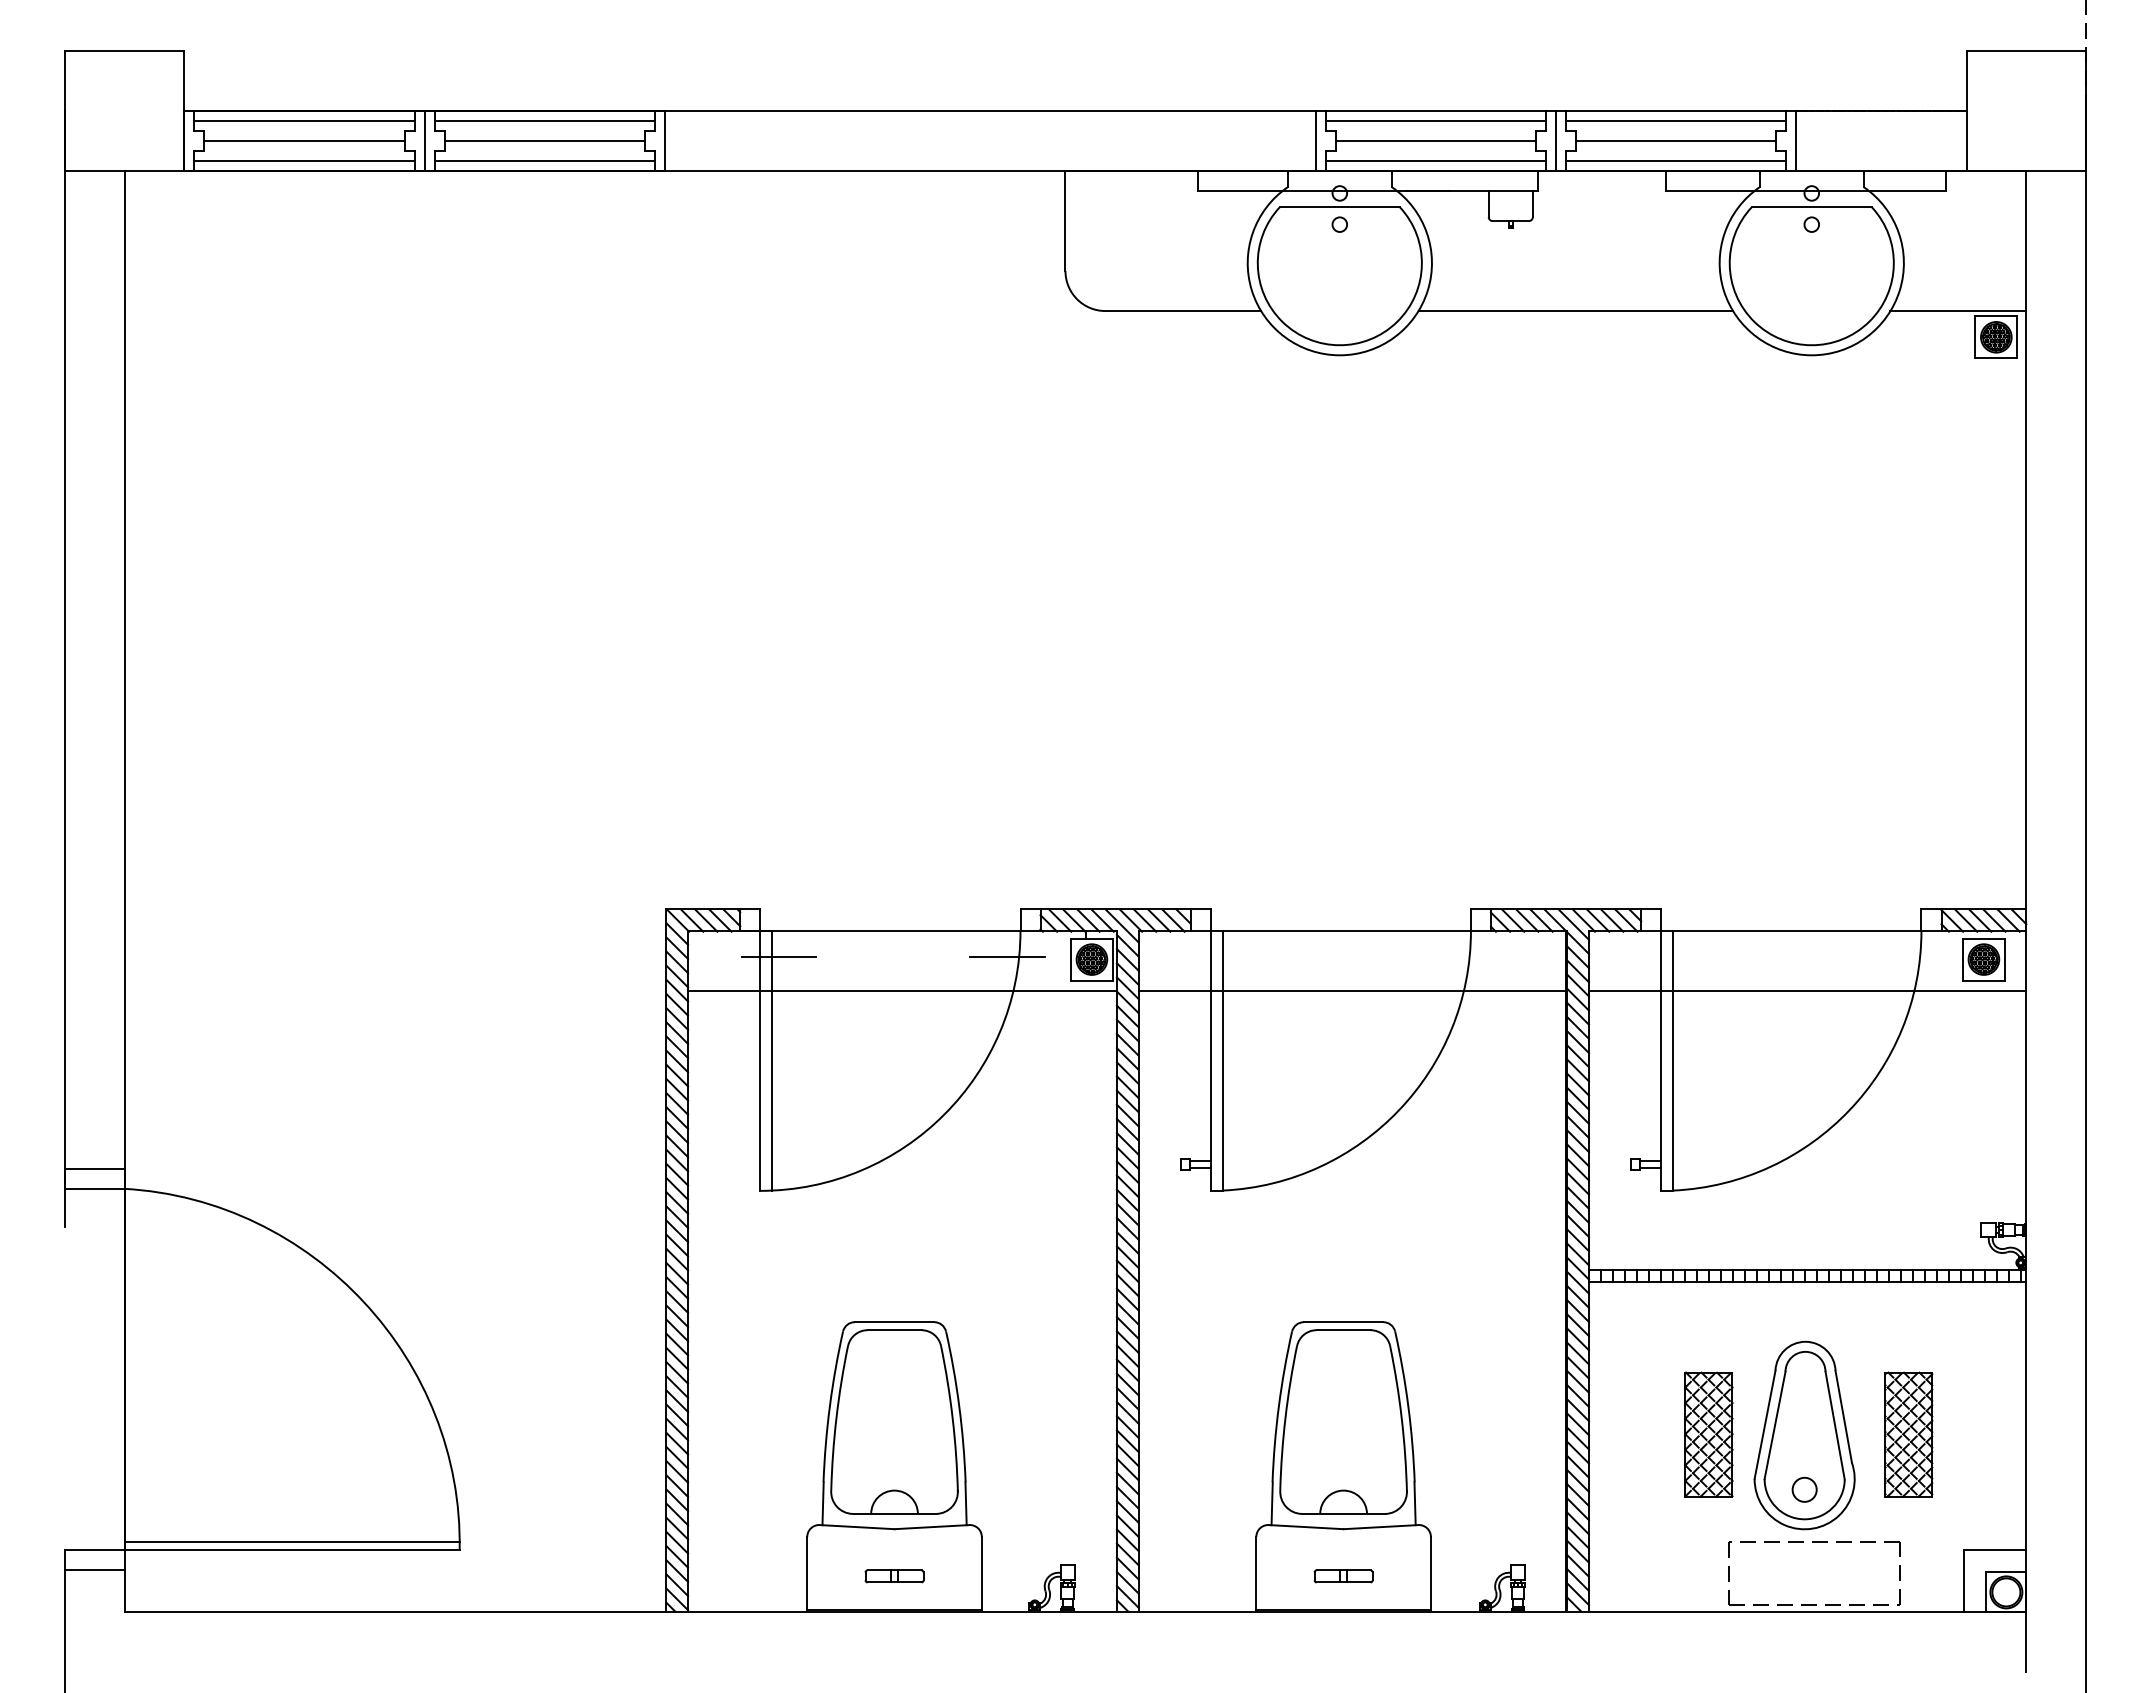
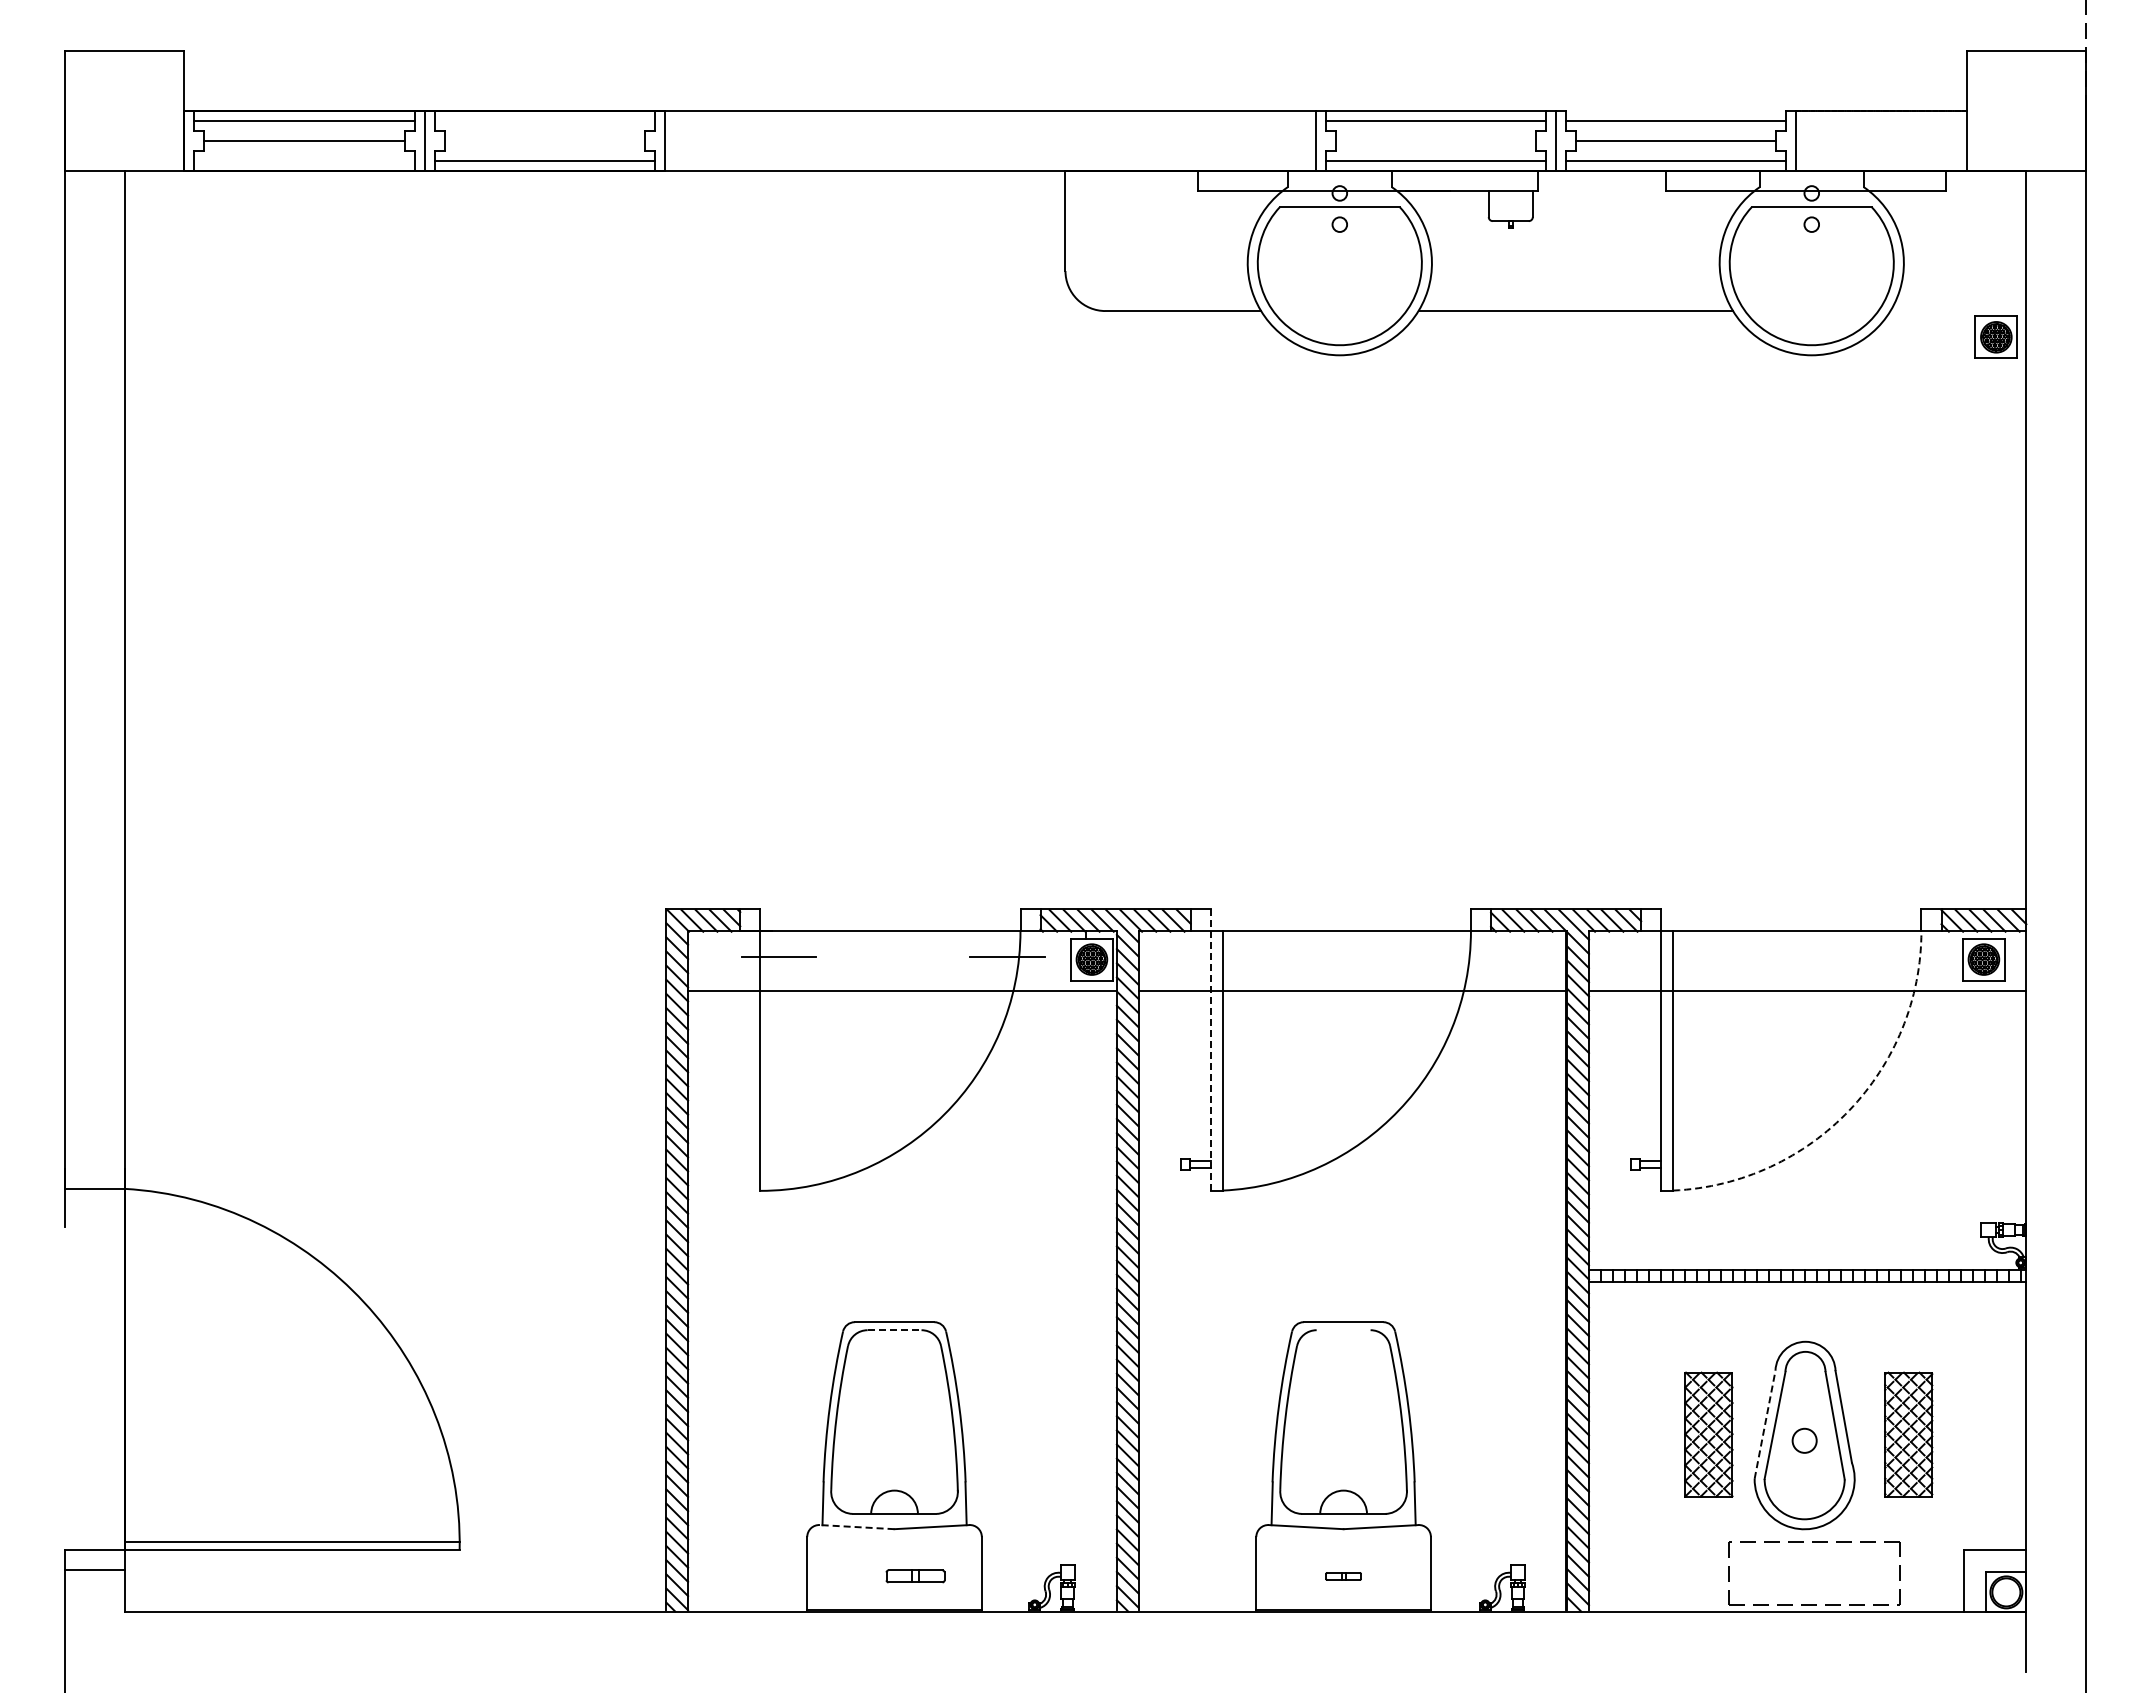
line at (1675, 111): present -> none
line at (544, 121): present -> none
line at (544, 141): present -> none
line at (1435, 141): present -> none
line at (304, 161): present -> none
line at (1958, 311): present -> none
line at (1210, 1049): solid -> dashed
line at (772, 1060): present -> none
arc at (1849, 1110): solid -> dashed
line at (94, 1169): present -> none
line at (894, 1330): solid -> dashed
line at (1343, 1330): present -> none
line at (1765, 1424): solid -> dashed
circle at (1804, 1489) position: (1804, 1489) -> (1804, 1440)
line at (856, 1527): solid -> dashed
part at (894, 1576) position: (894, 1576) -> (915, 1576)
part at (1343, 1576) size: 61x15 px -> 37x9 px
